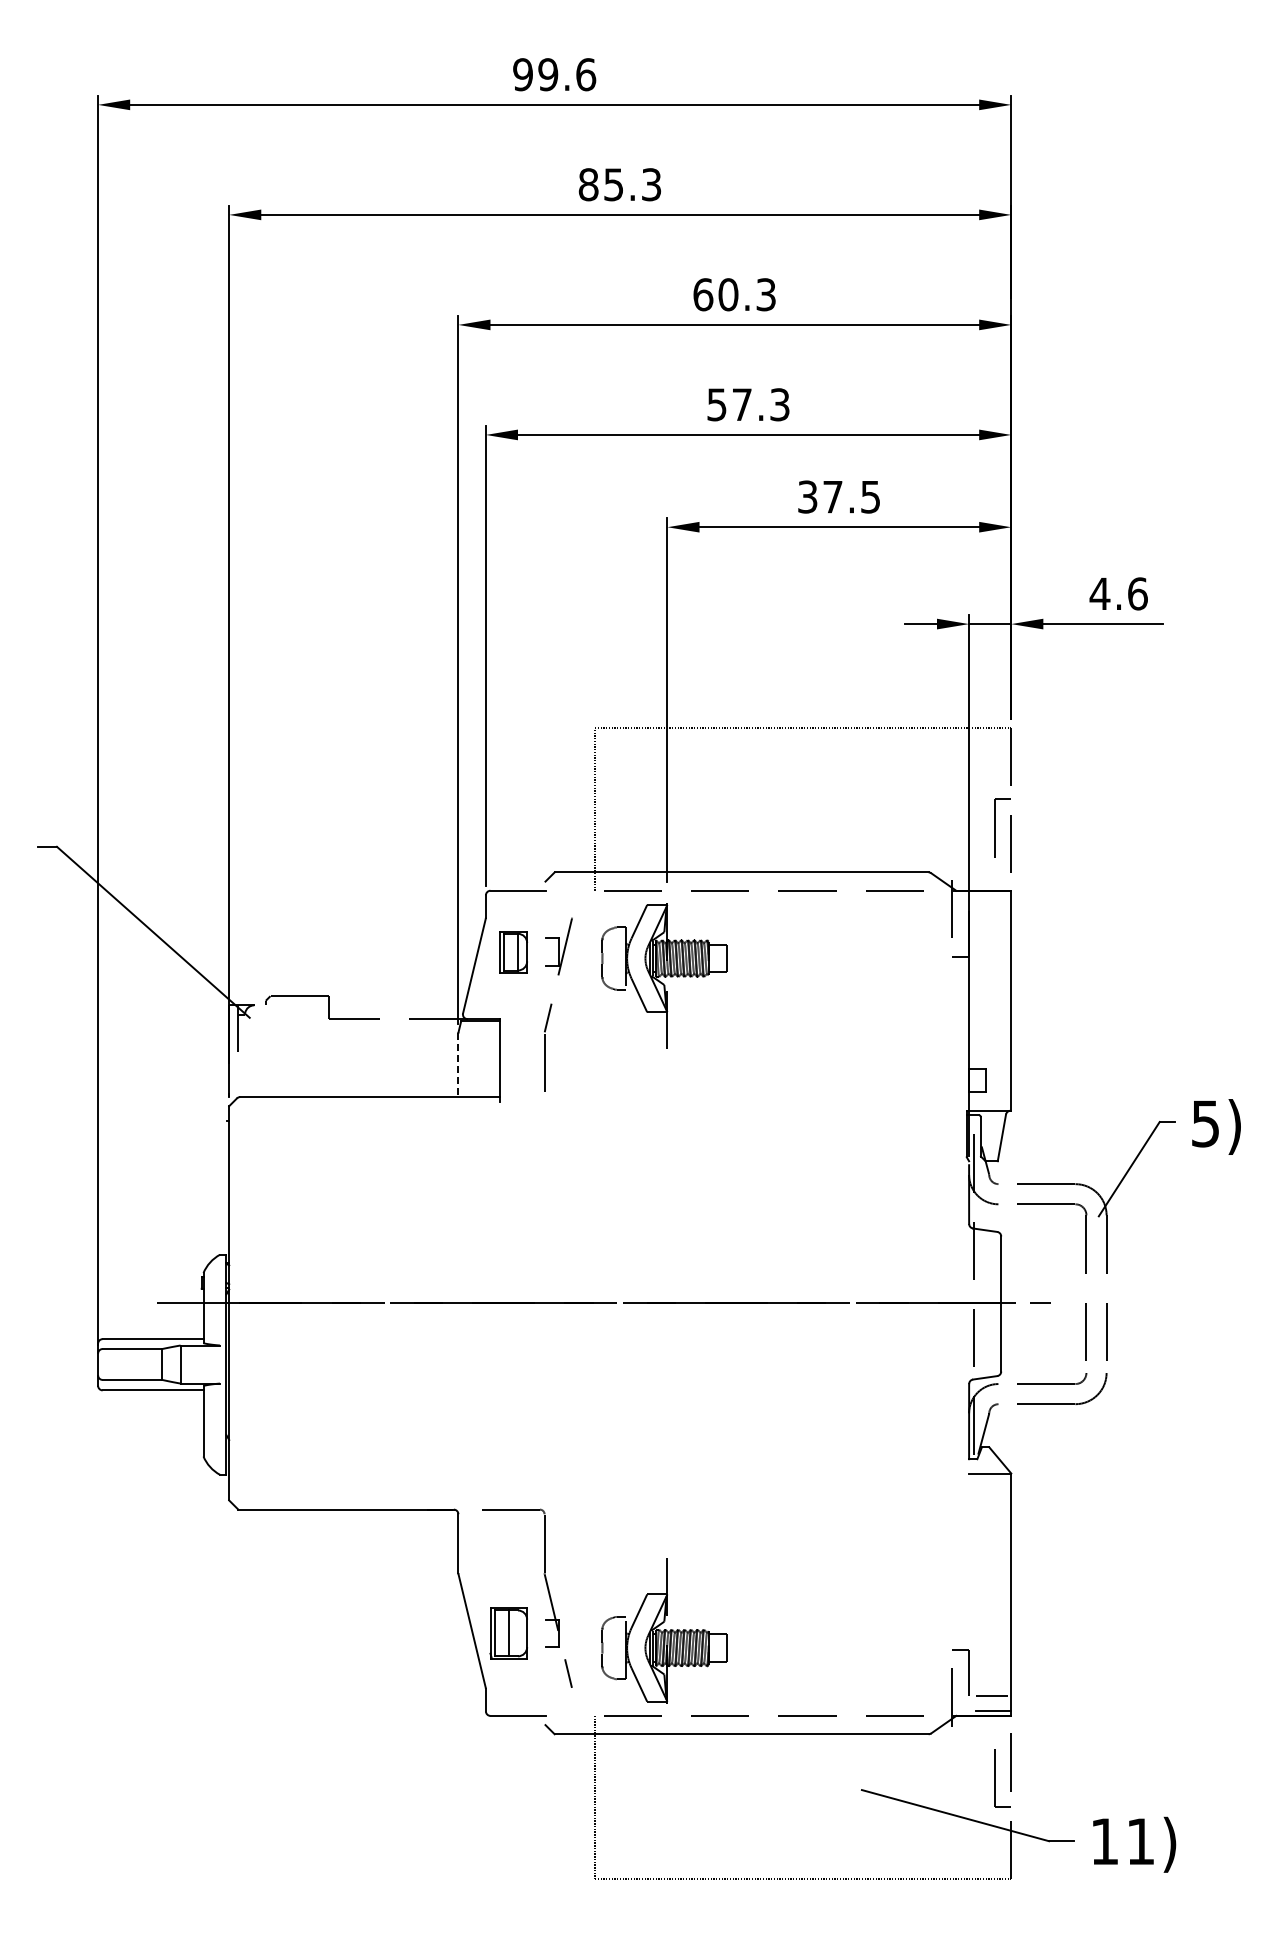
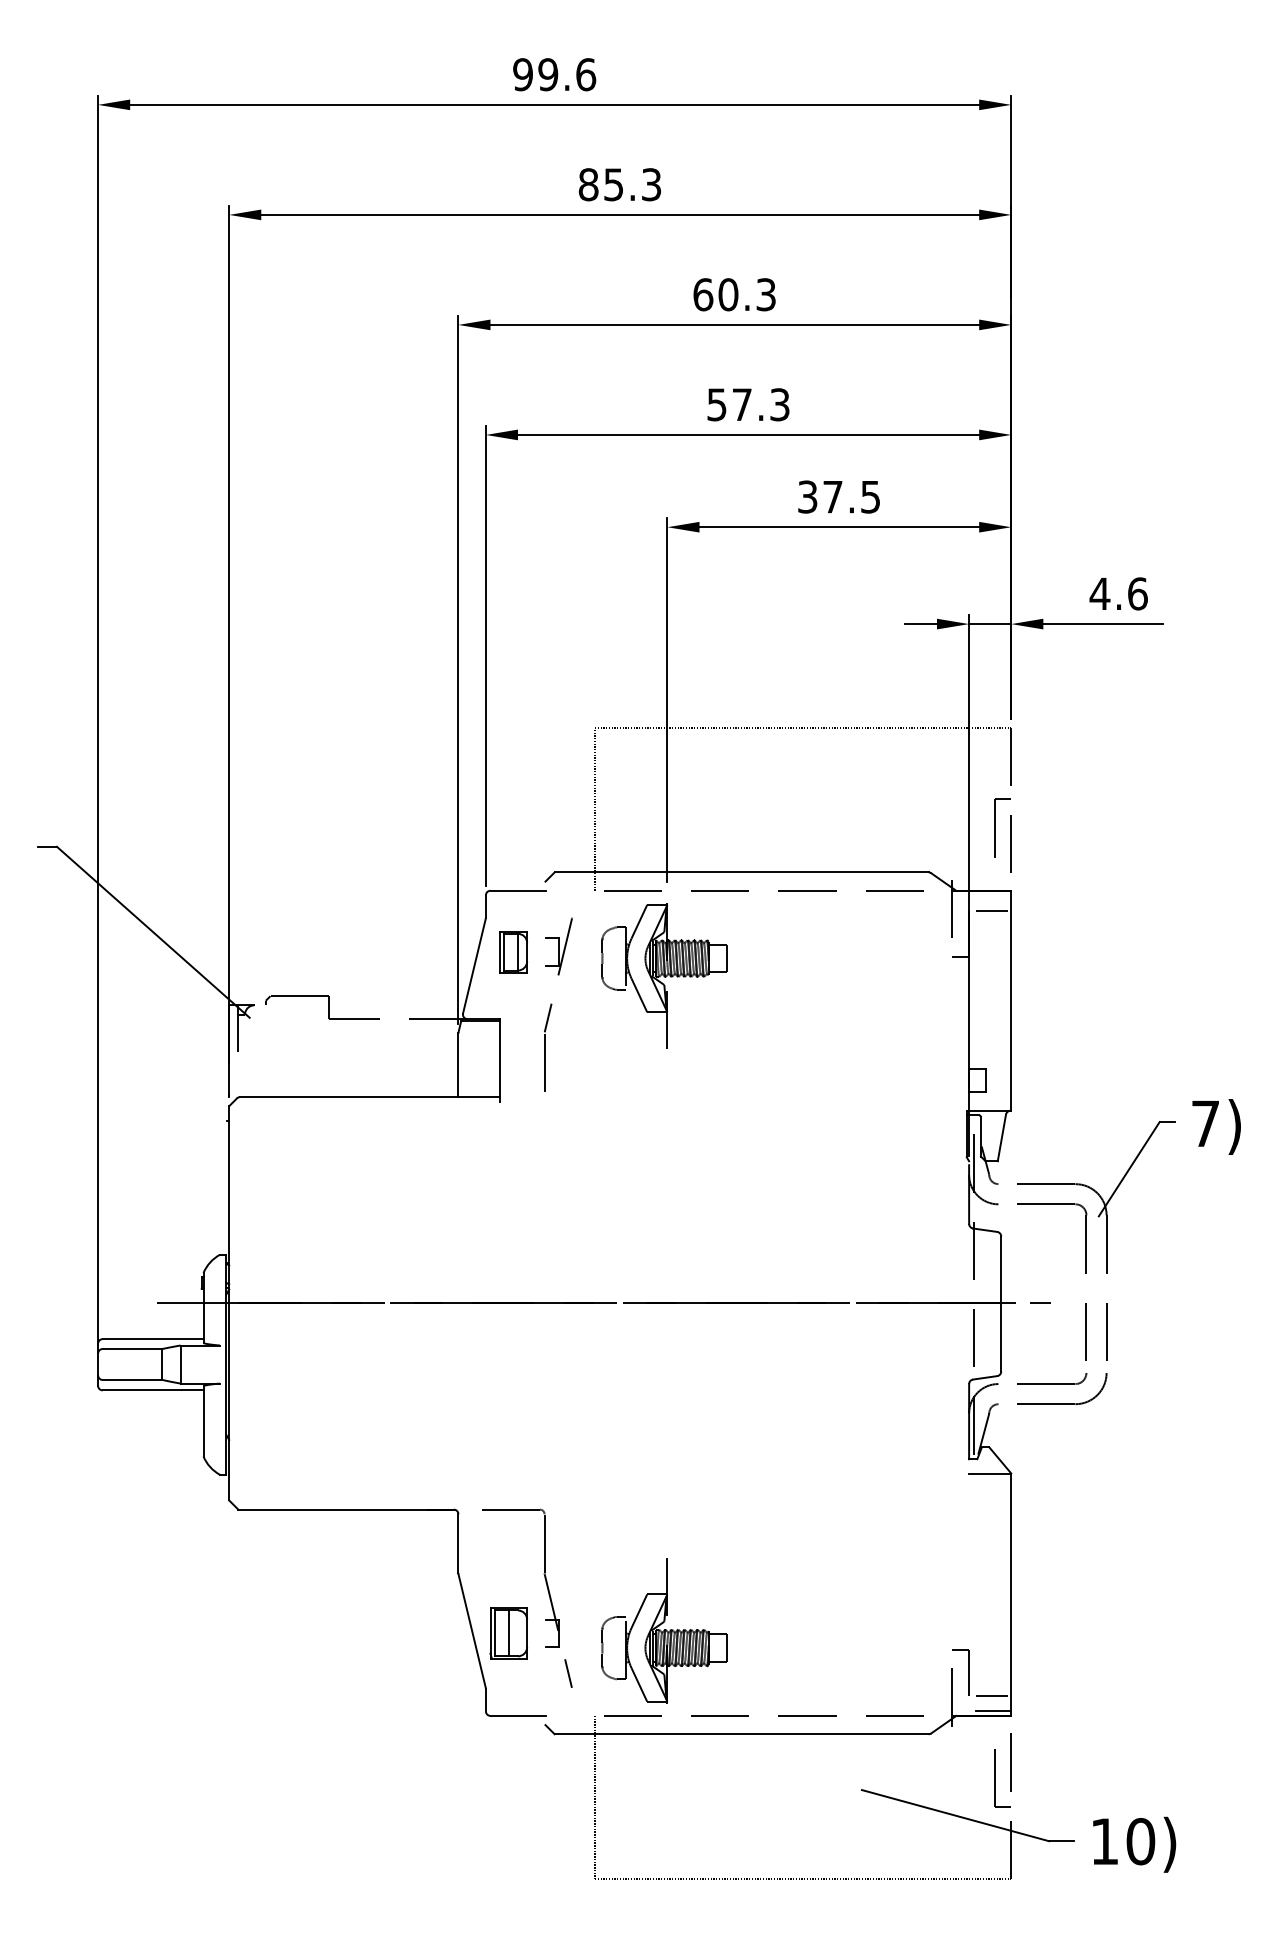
line at (991, 910): none -> present
line at (458, 1065): dashed -> solid
text at (1205, 1123): 5) -> 7)
text at (1140, 1841): 11) -> 10)
